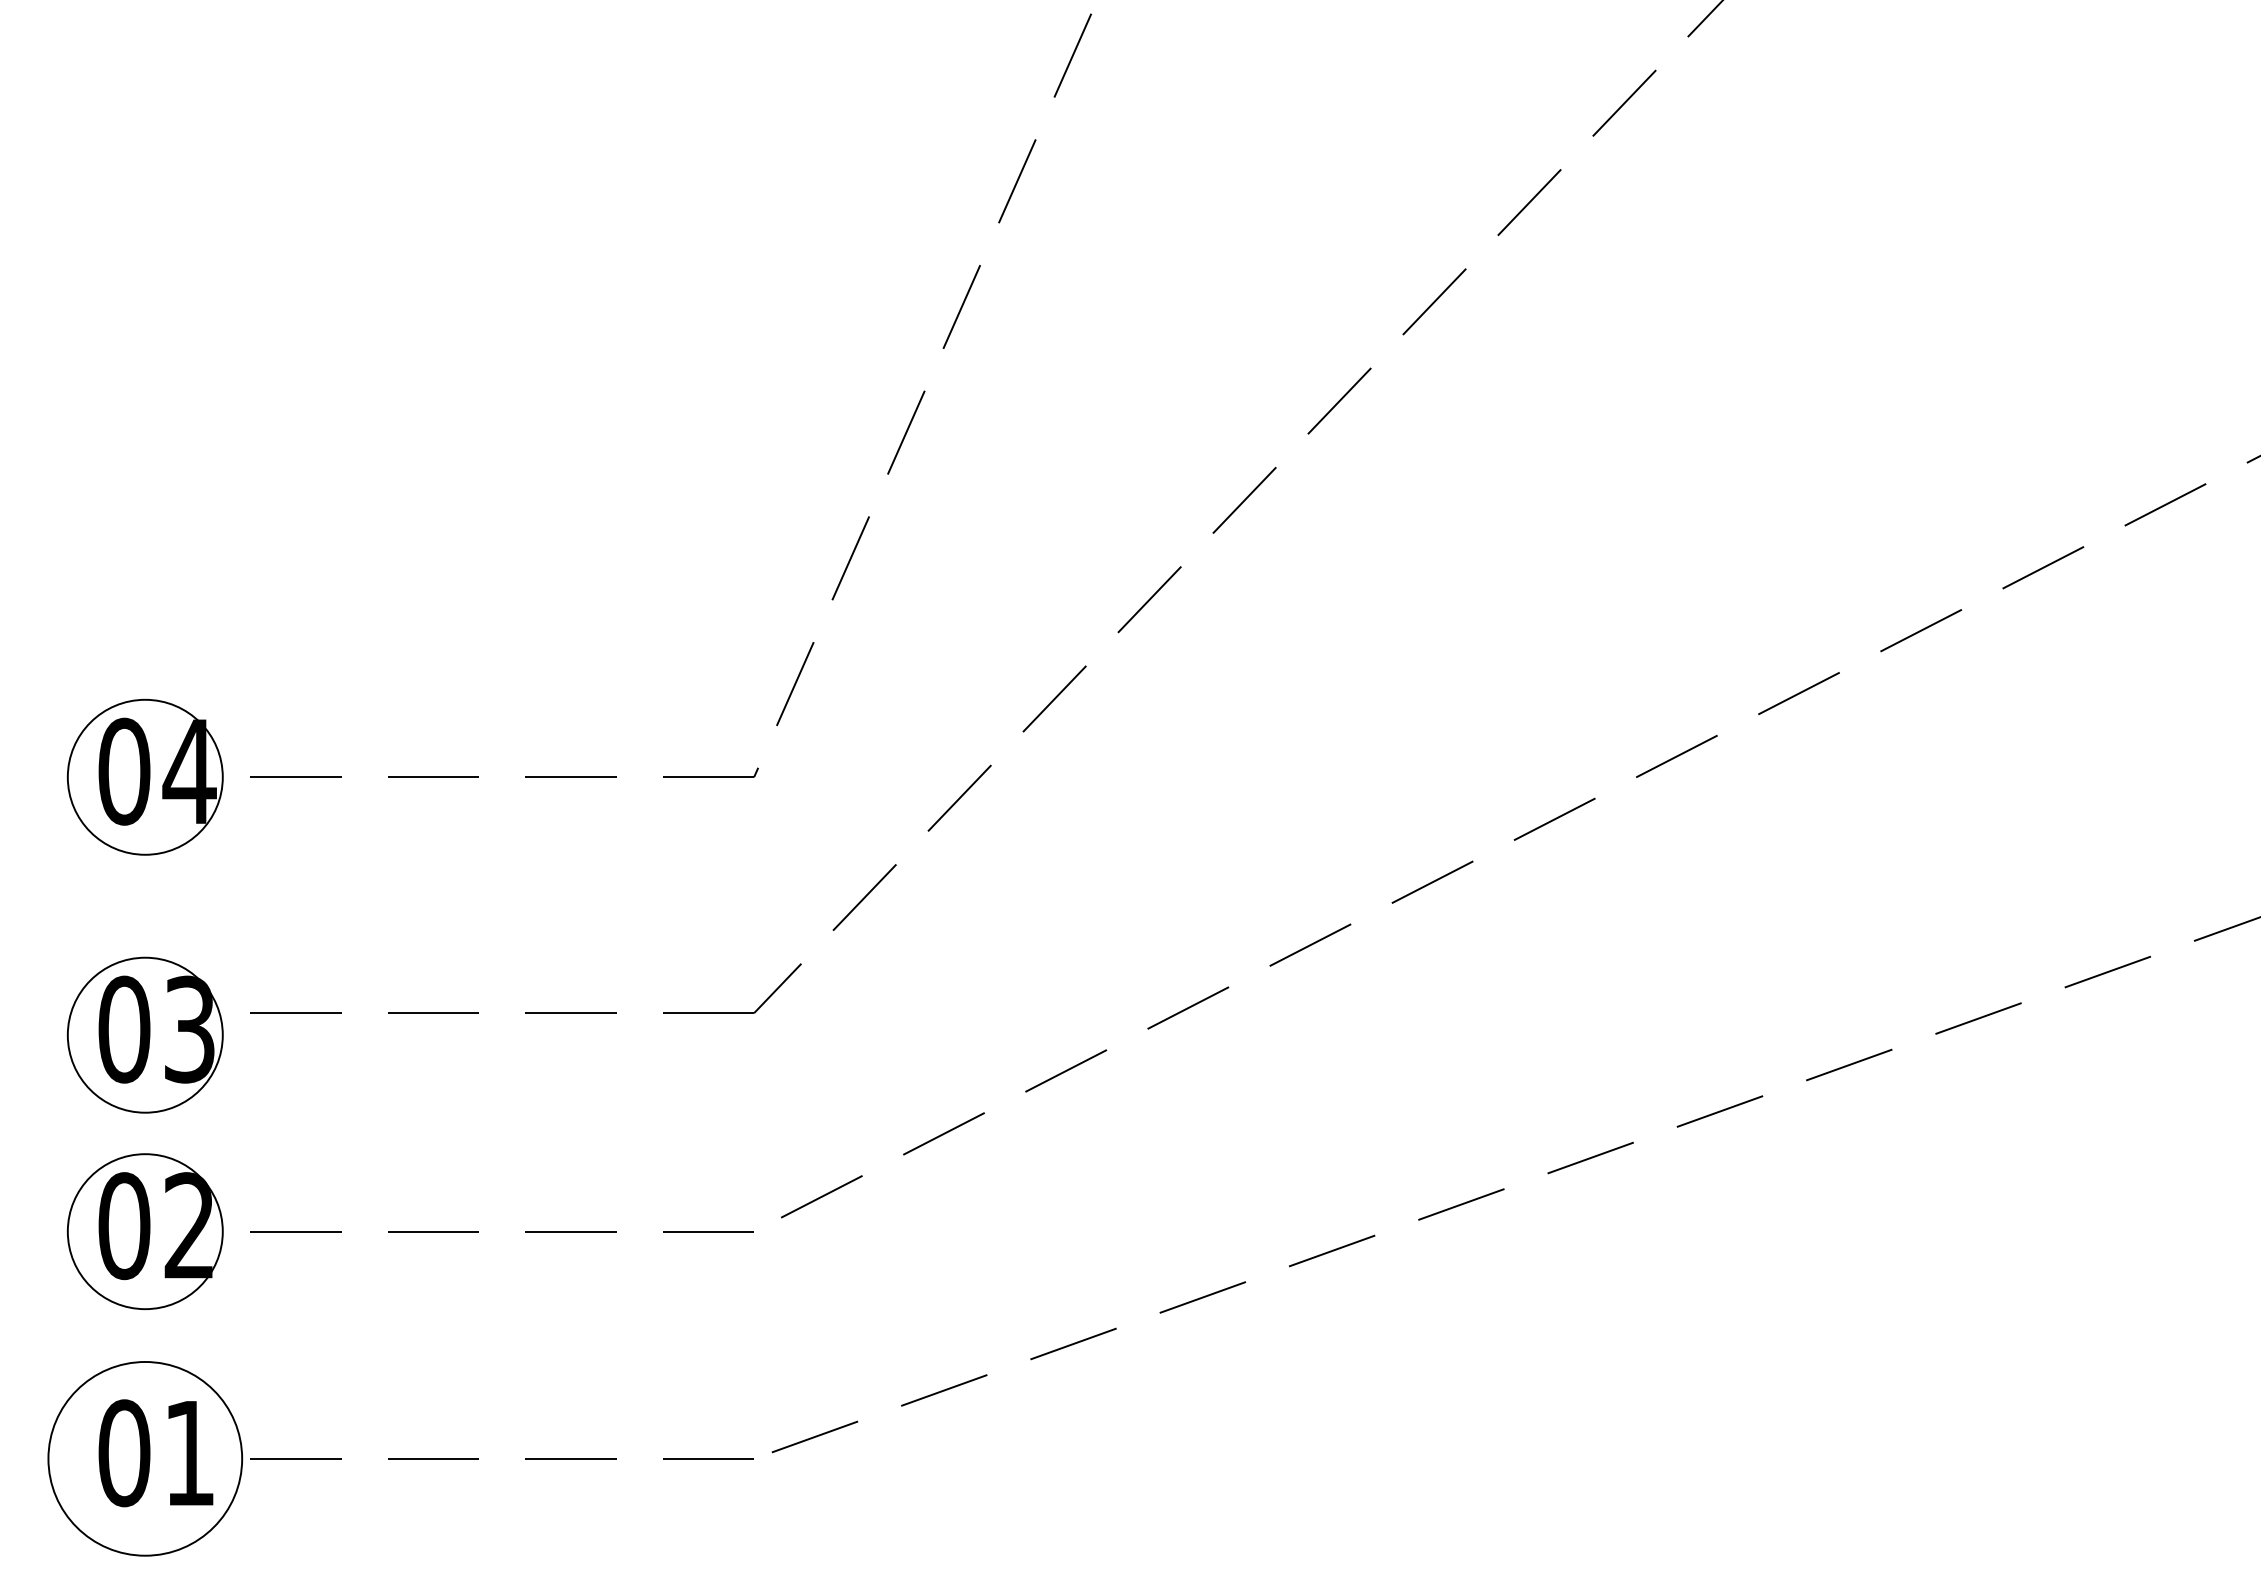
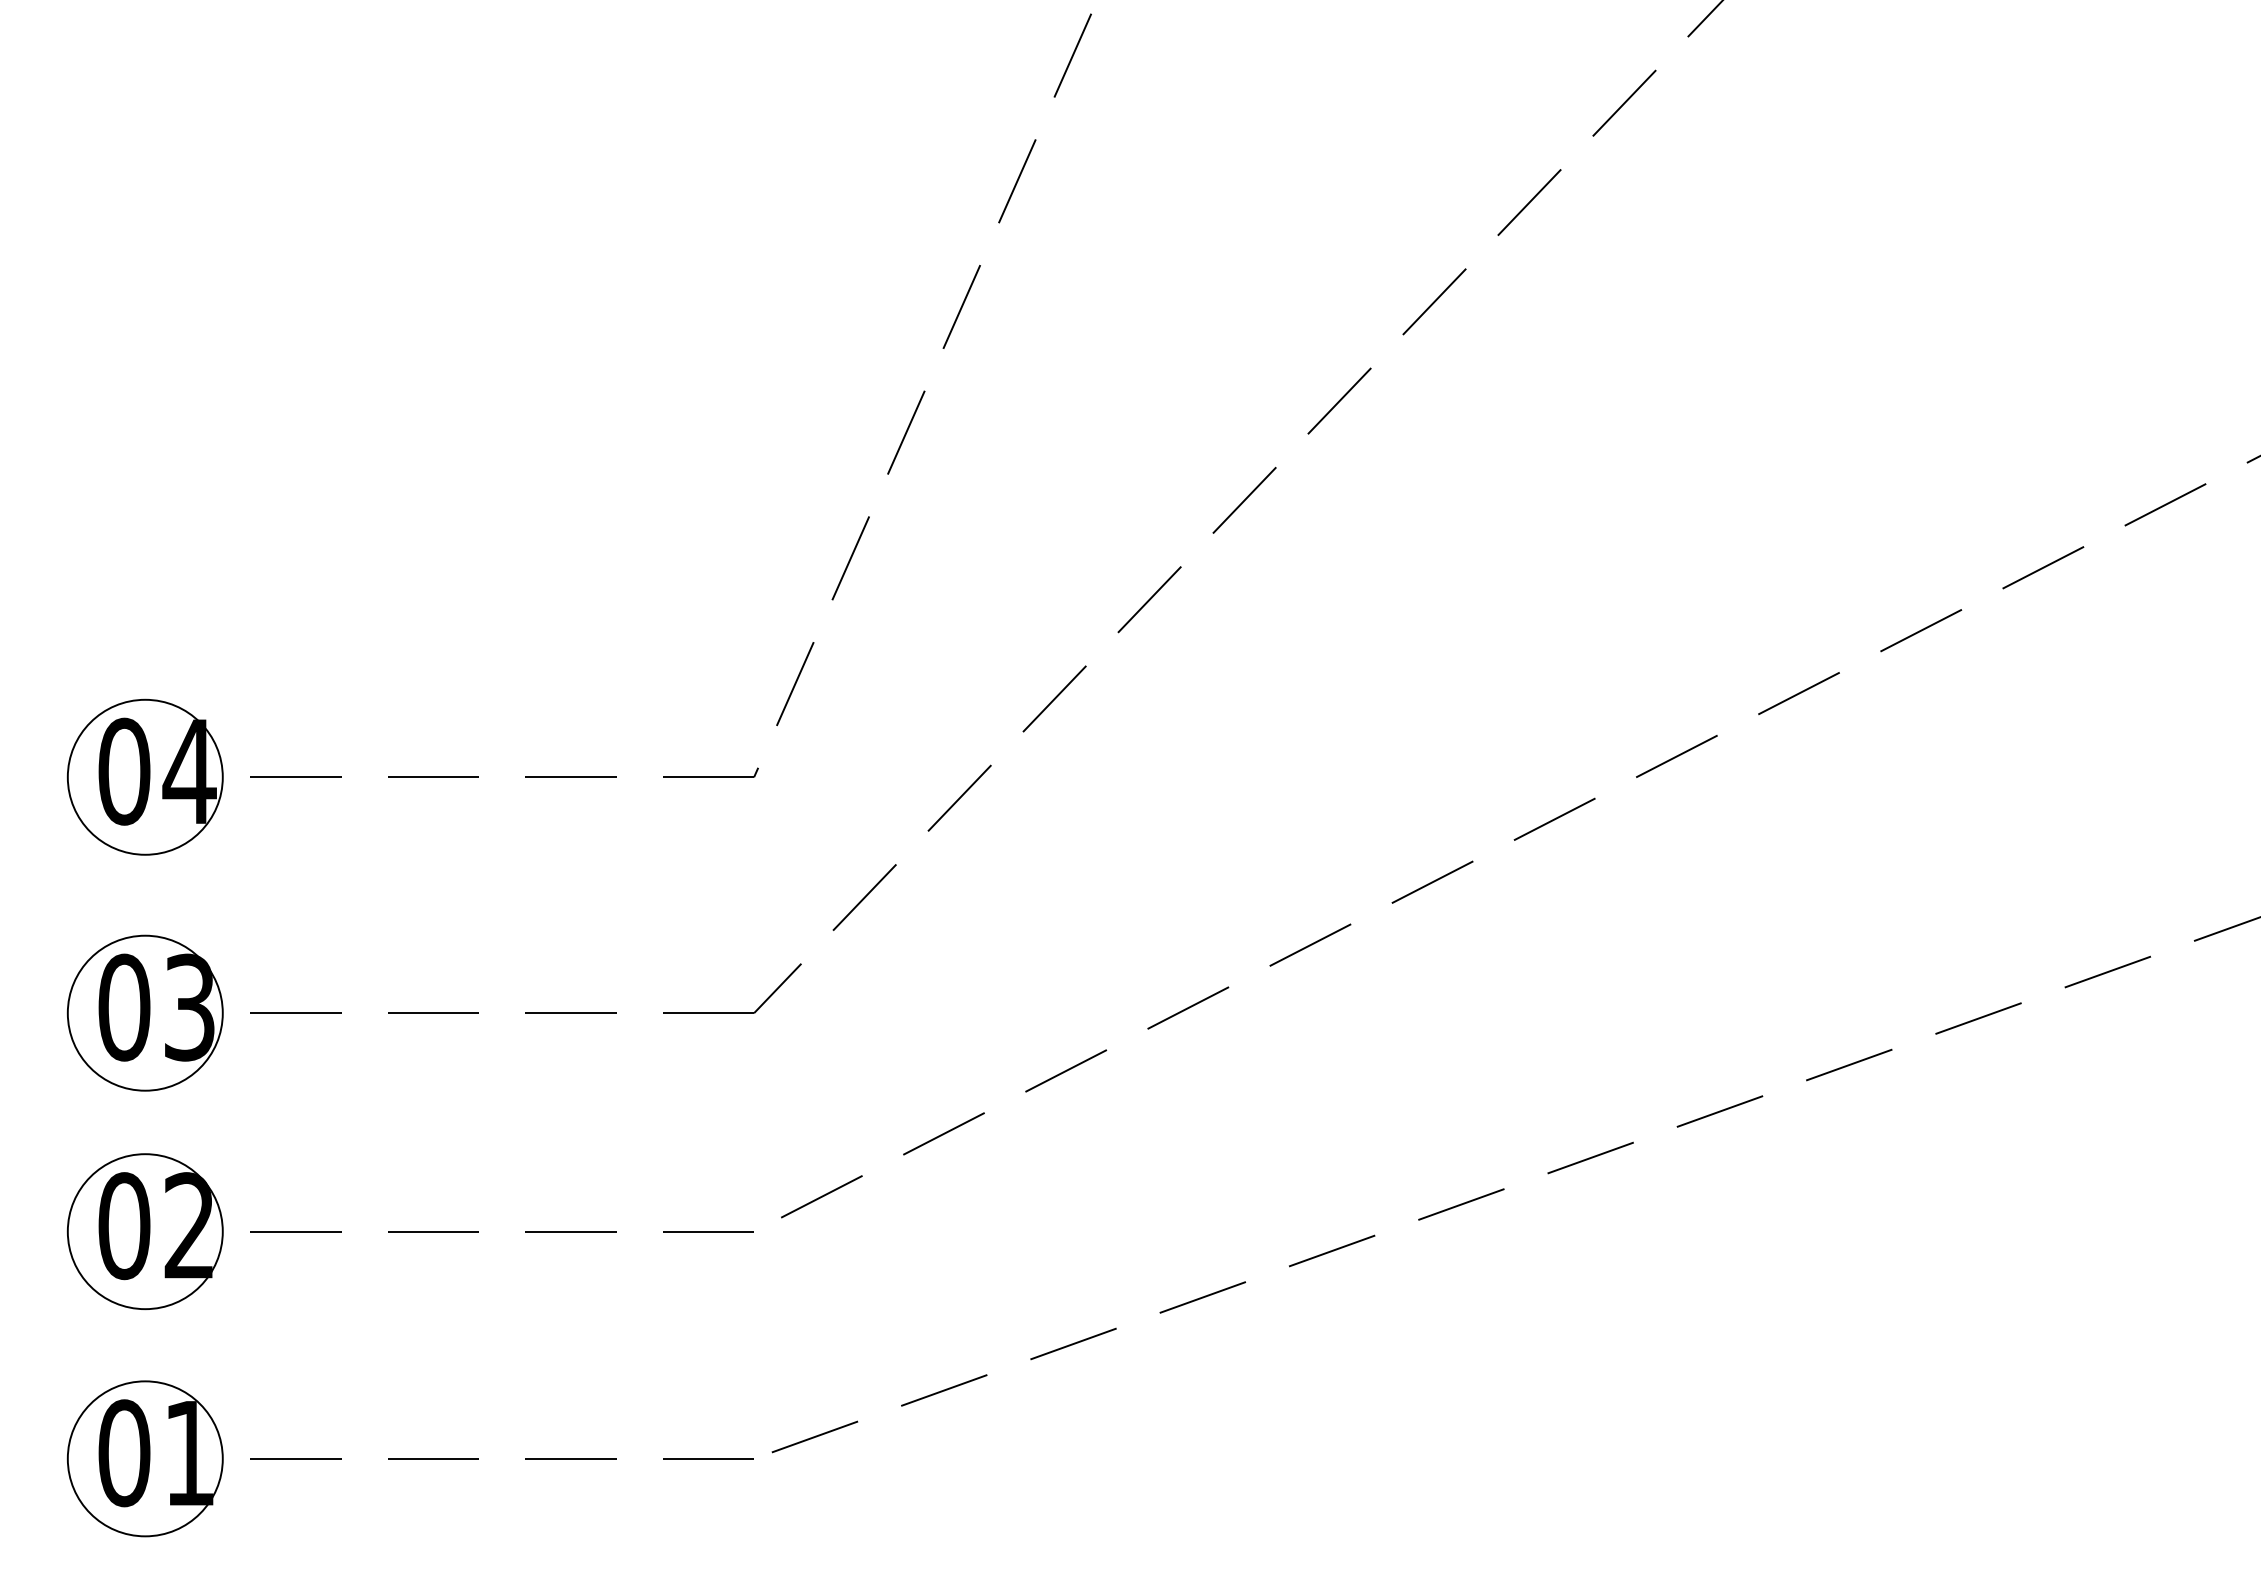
part at (144, 1034) position: (144, 1034) -> (144, 1012)
circle at (145, 1458) diameter: 194 px -> 155 px
